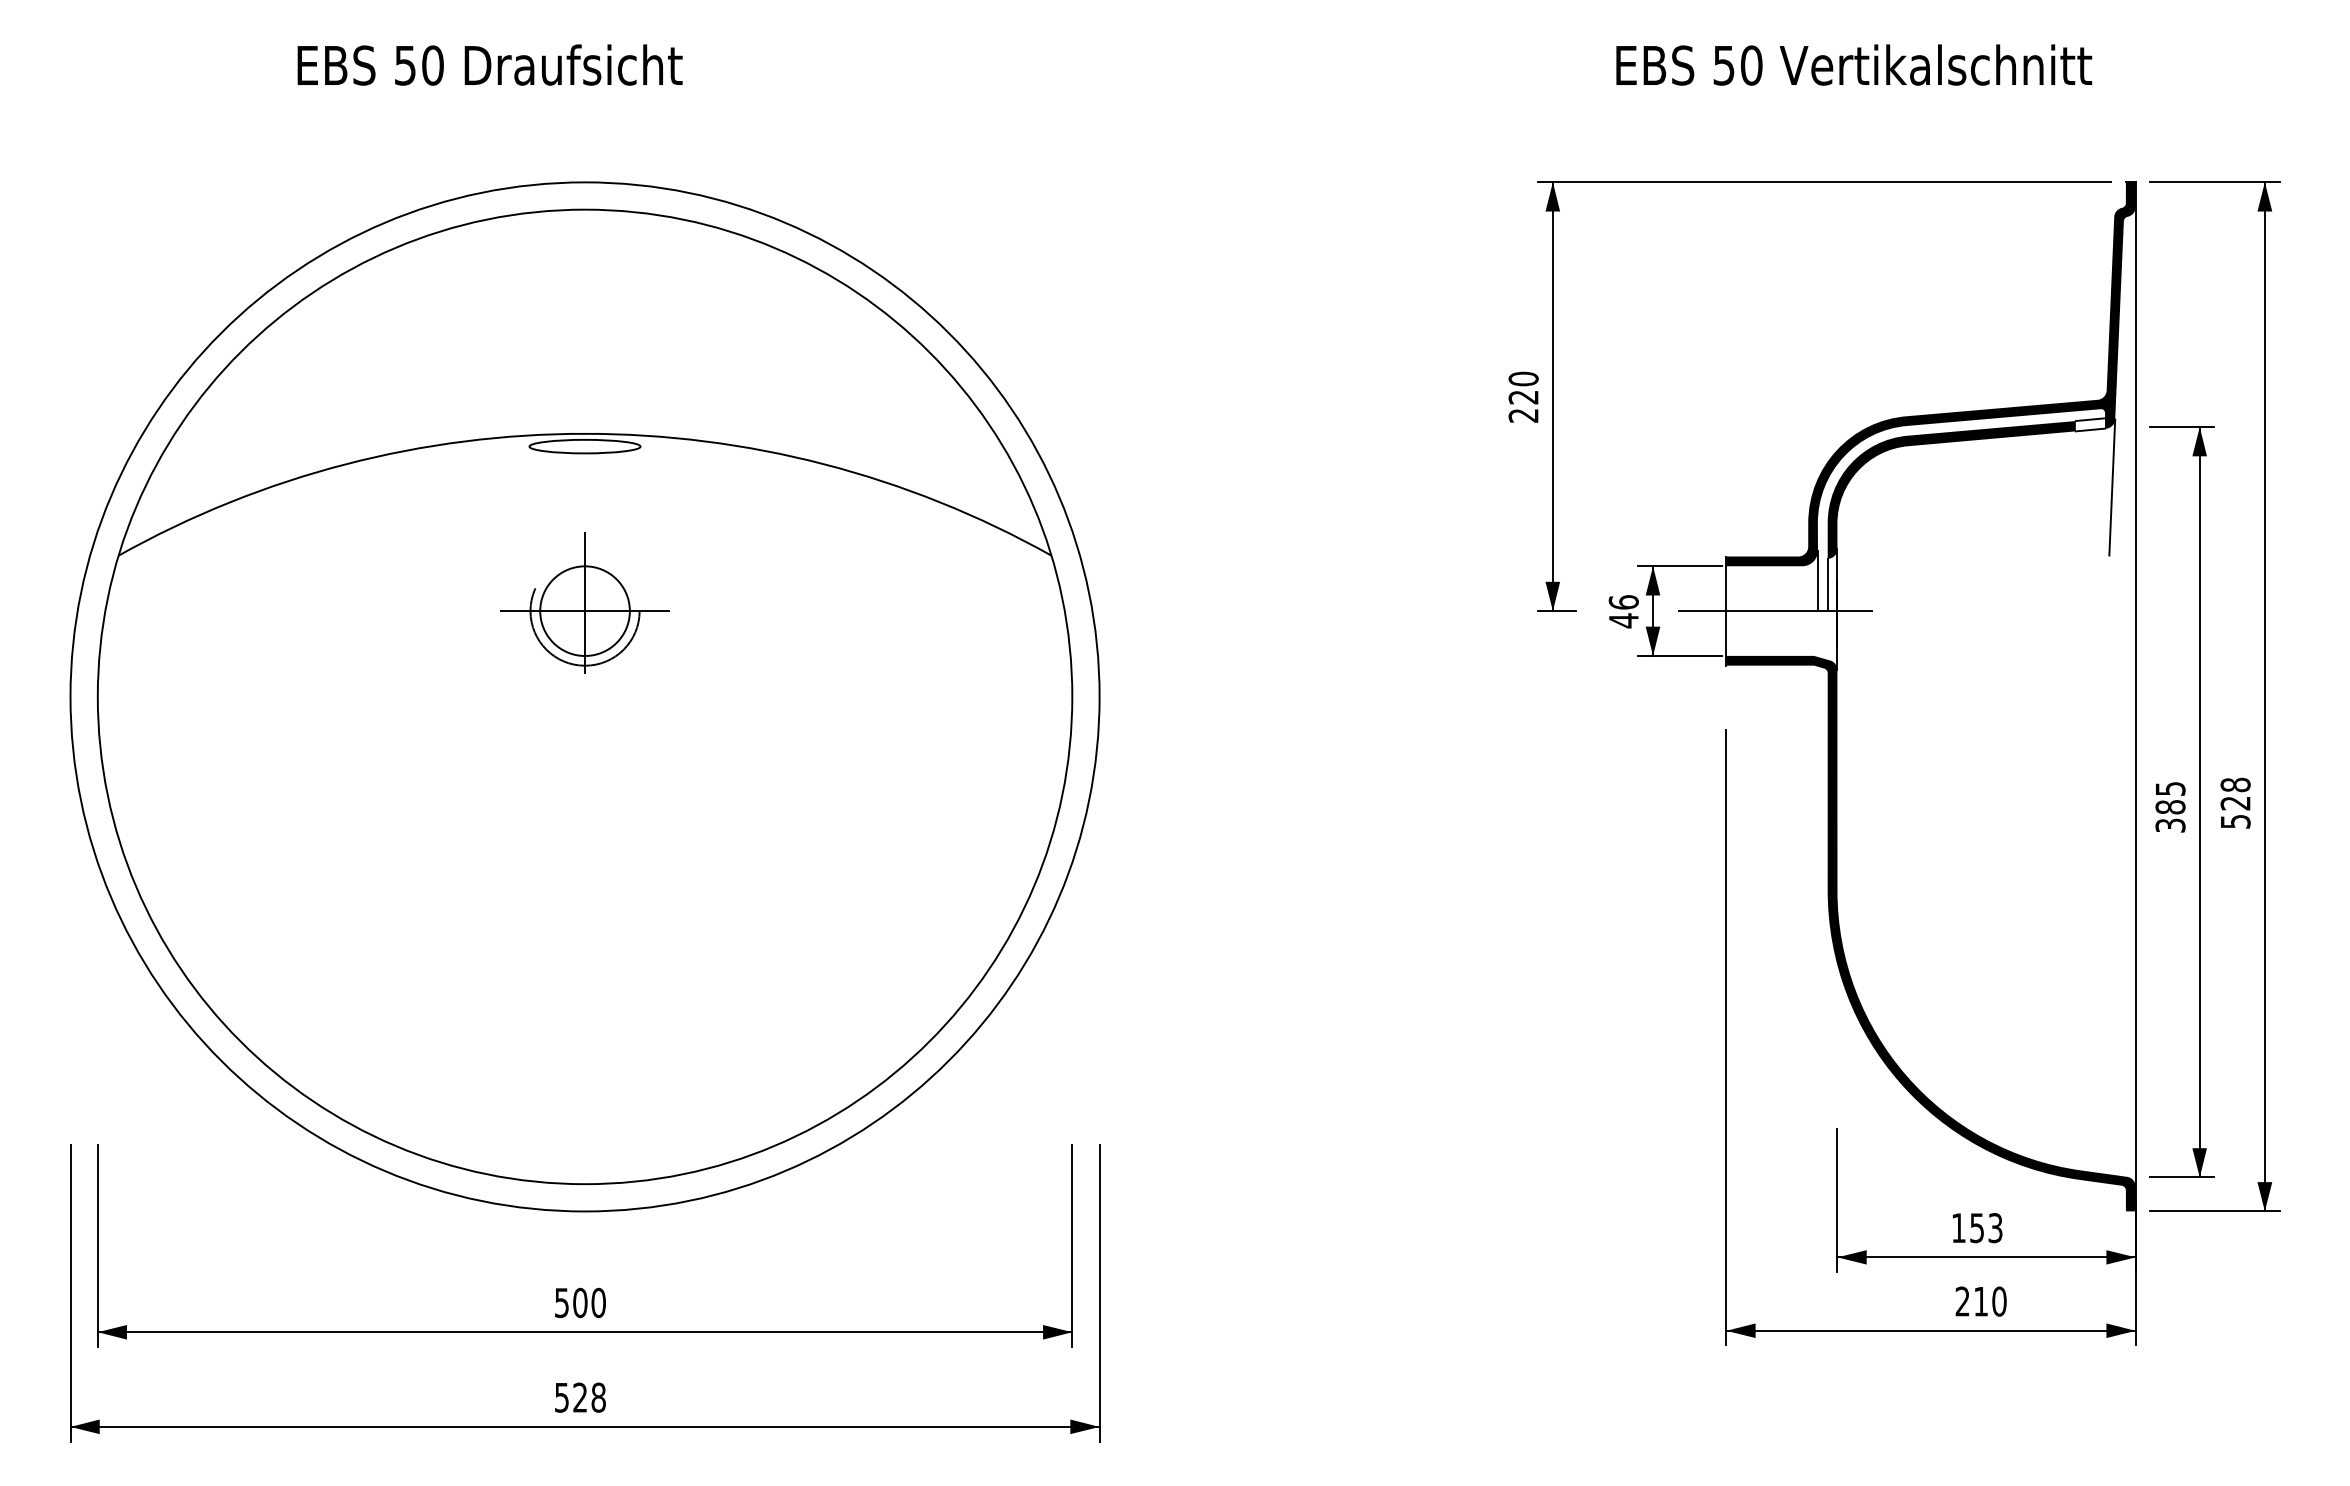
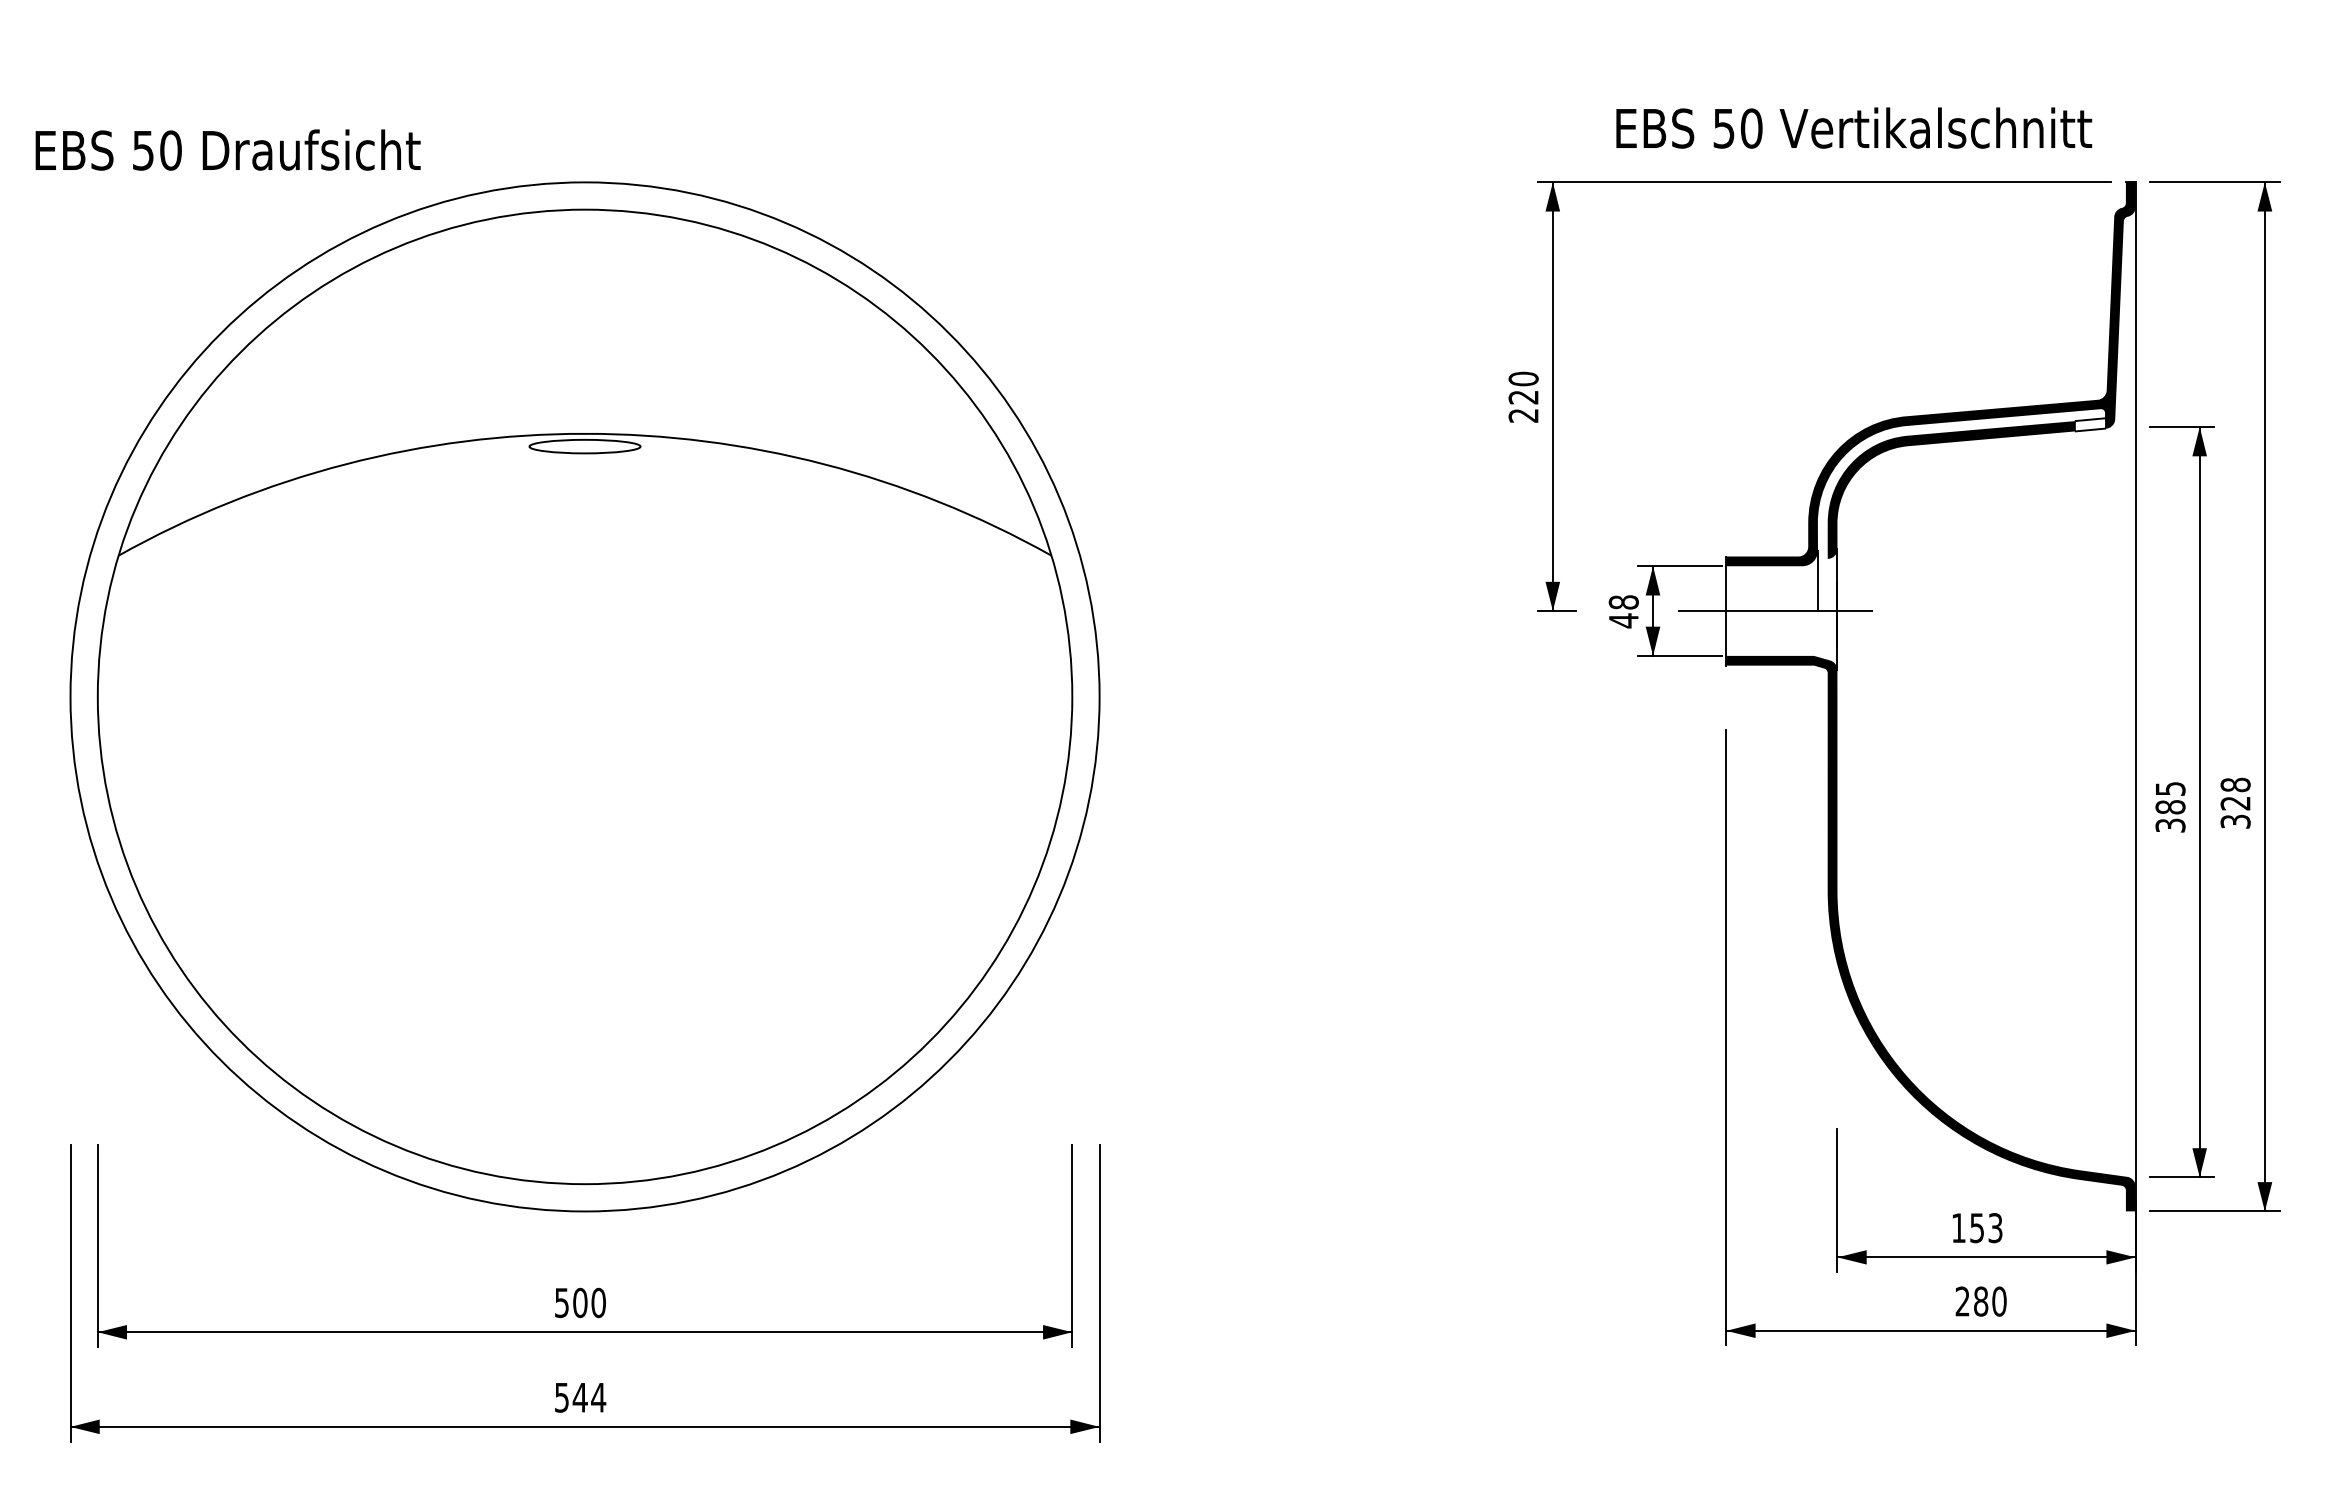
text at (489, 64) position: (489, 64) -> (227, 149)
text at (1854, 64) position: (1854, 64) -> (1854, 127)
line at (2112, 487): present -> none
line at (1827, 584): present -> none
part at (584, 602): present -> none
text at (1623, 602): 46 -> 48
text at (2234, 821): 528 -> 328
text at (1981, 1301): 210 -> 280
text at (589, 1397): 528 -> 544
